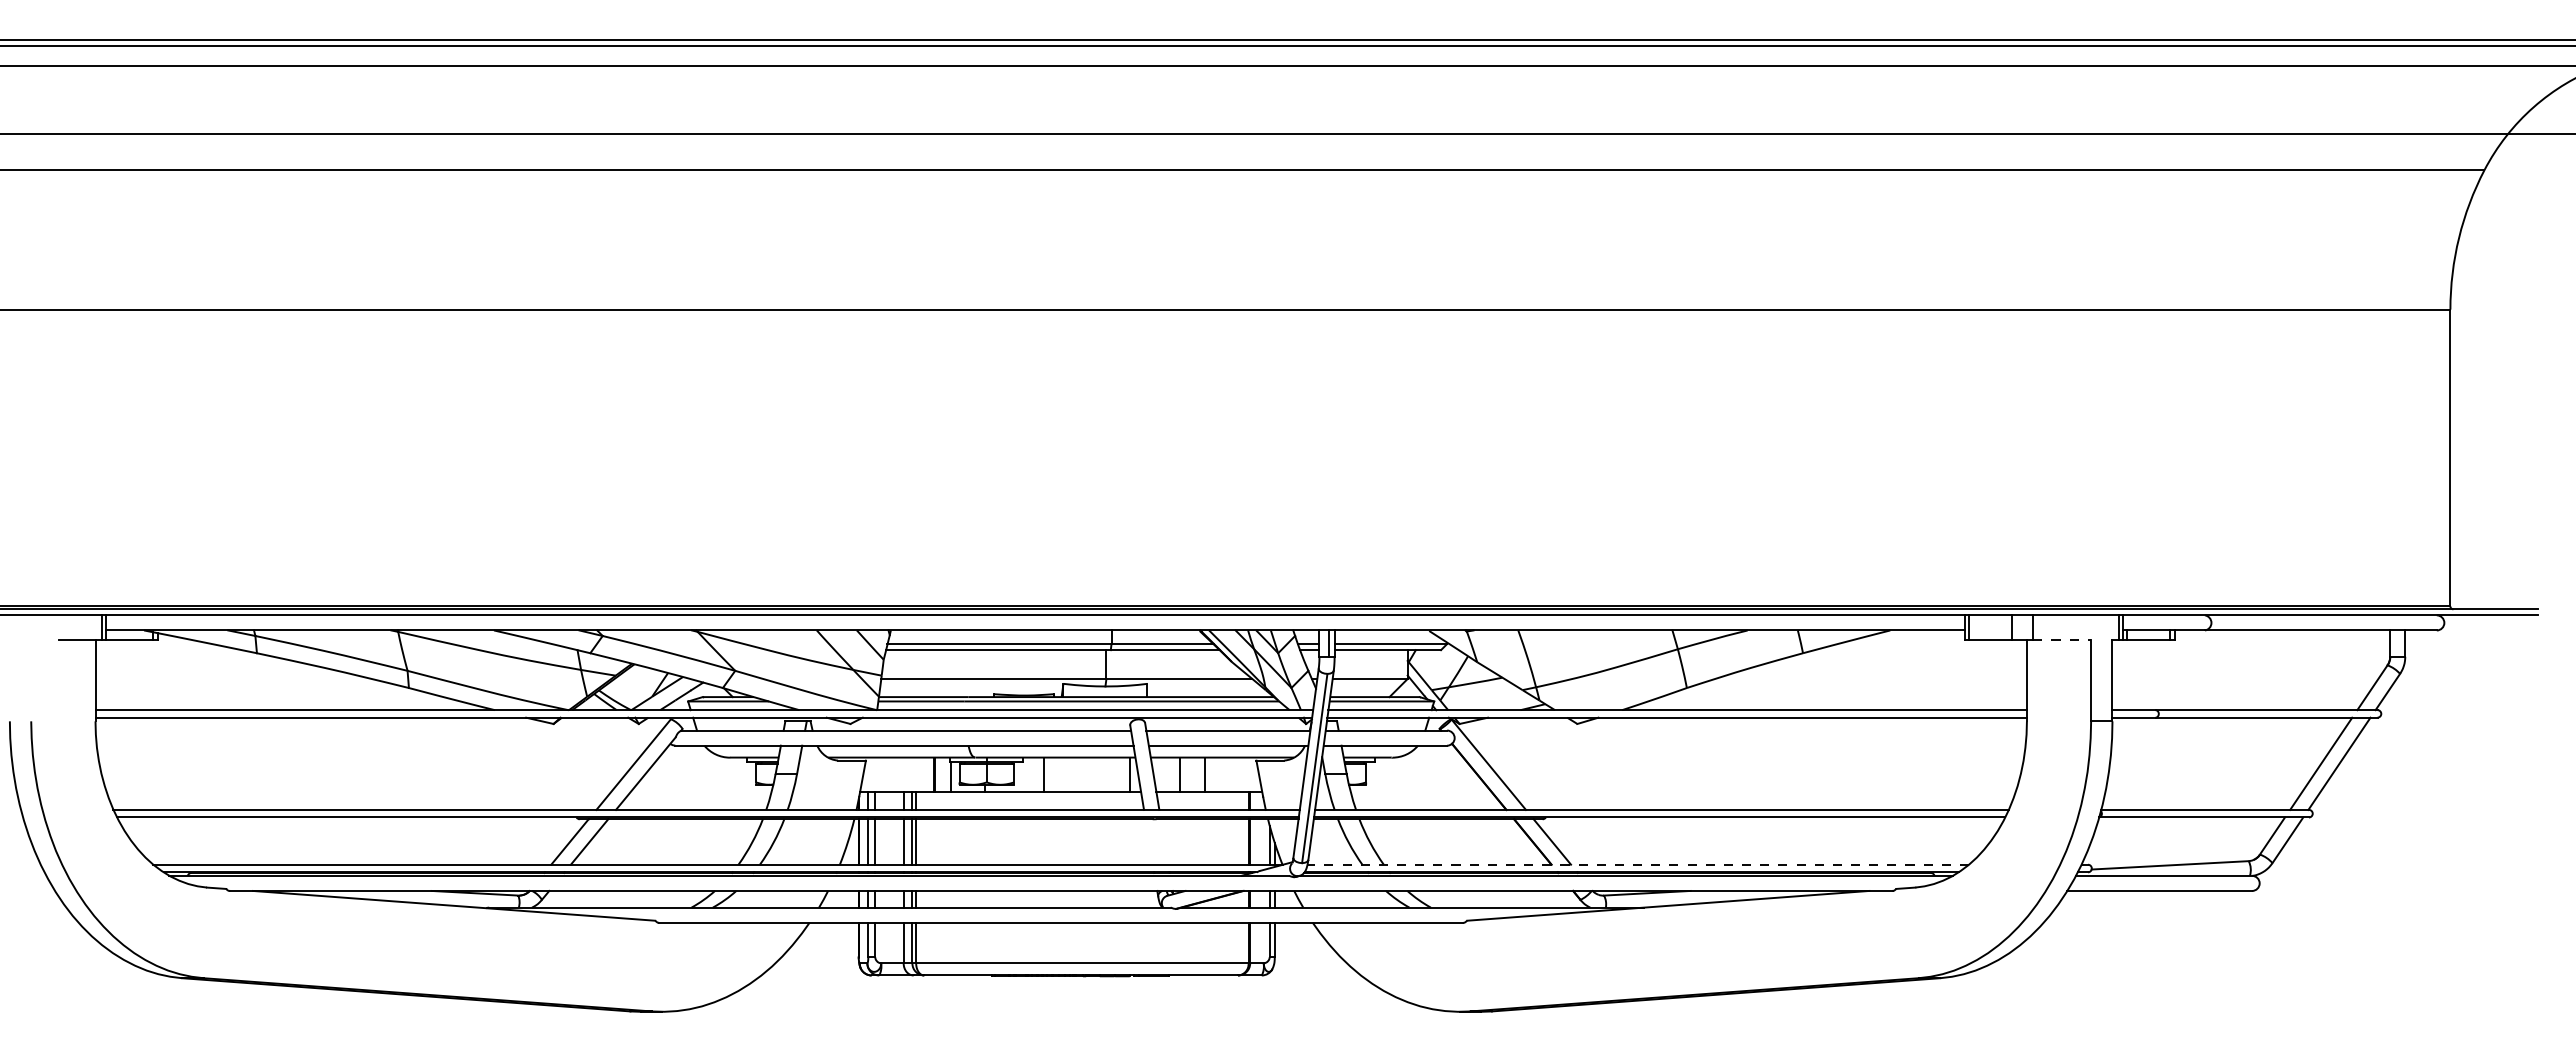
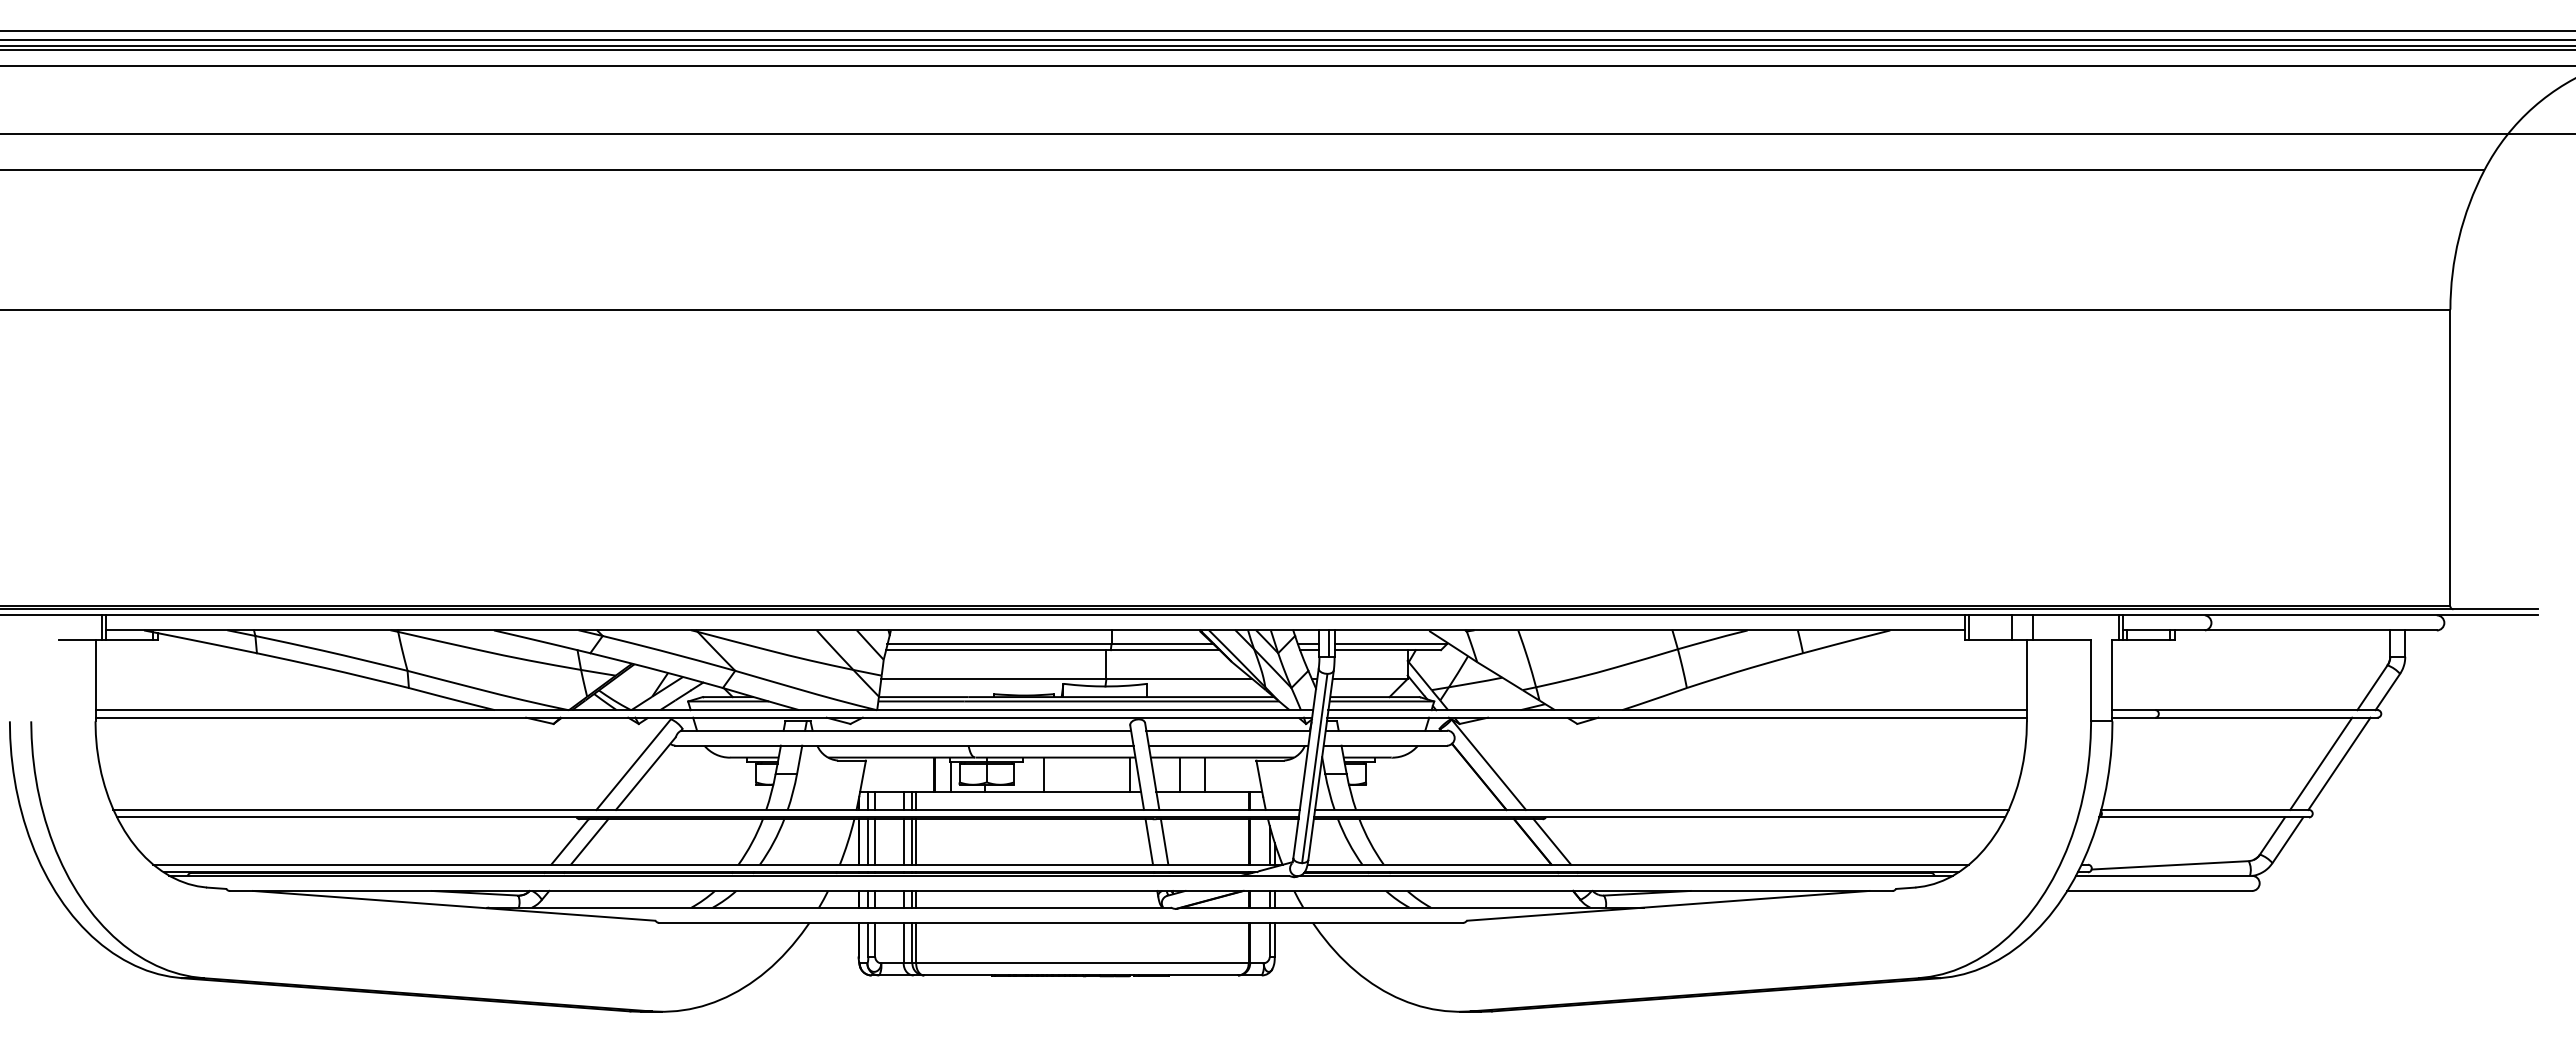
line at (1287, 31): none -> present
line at (1287, 50): none -> present
line at (2062, 639): dashed -> solid
line at (1149, 841): none -> present
line at (1164, 841): none -> present
line at (1638, 864): dashed -> solid
